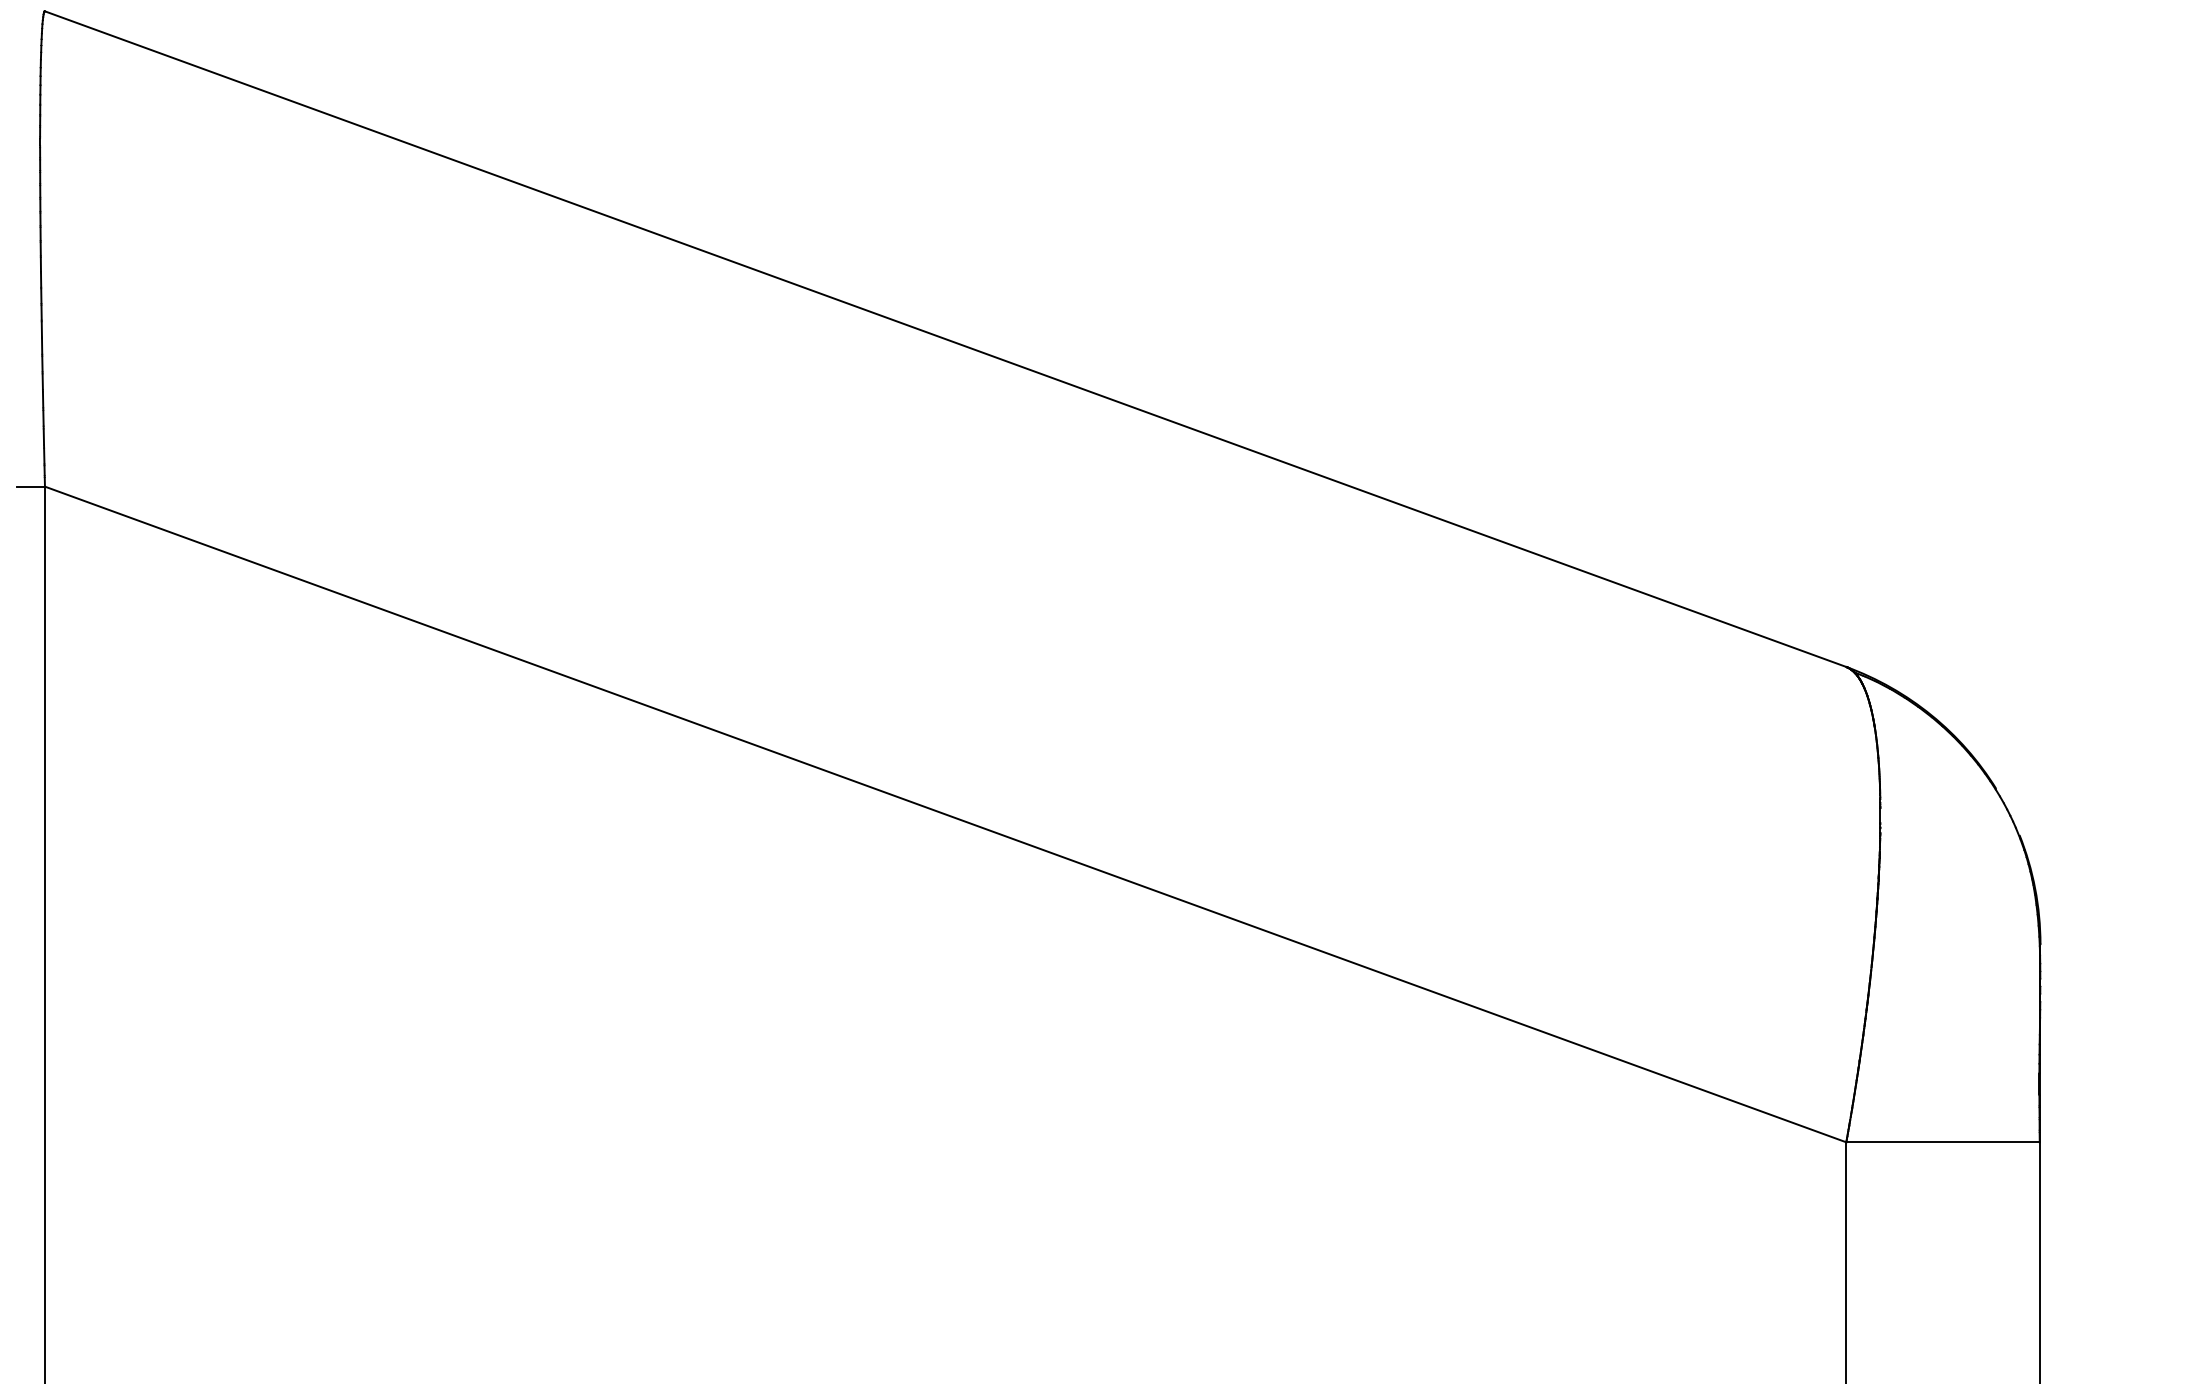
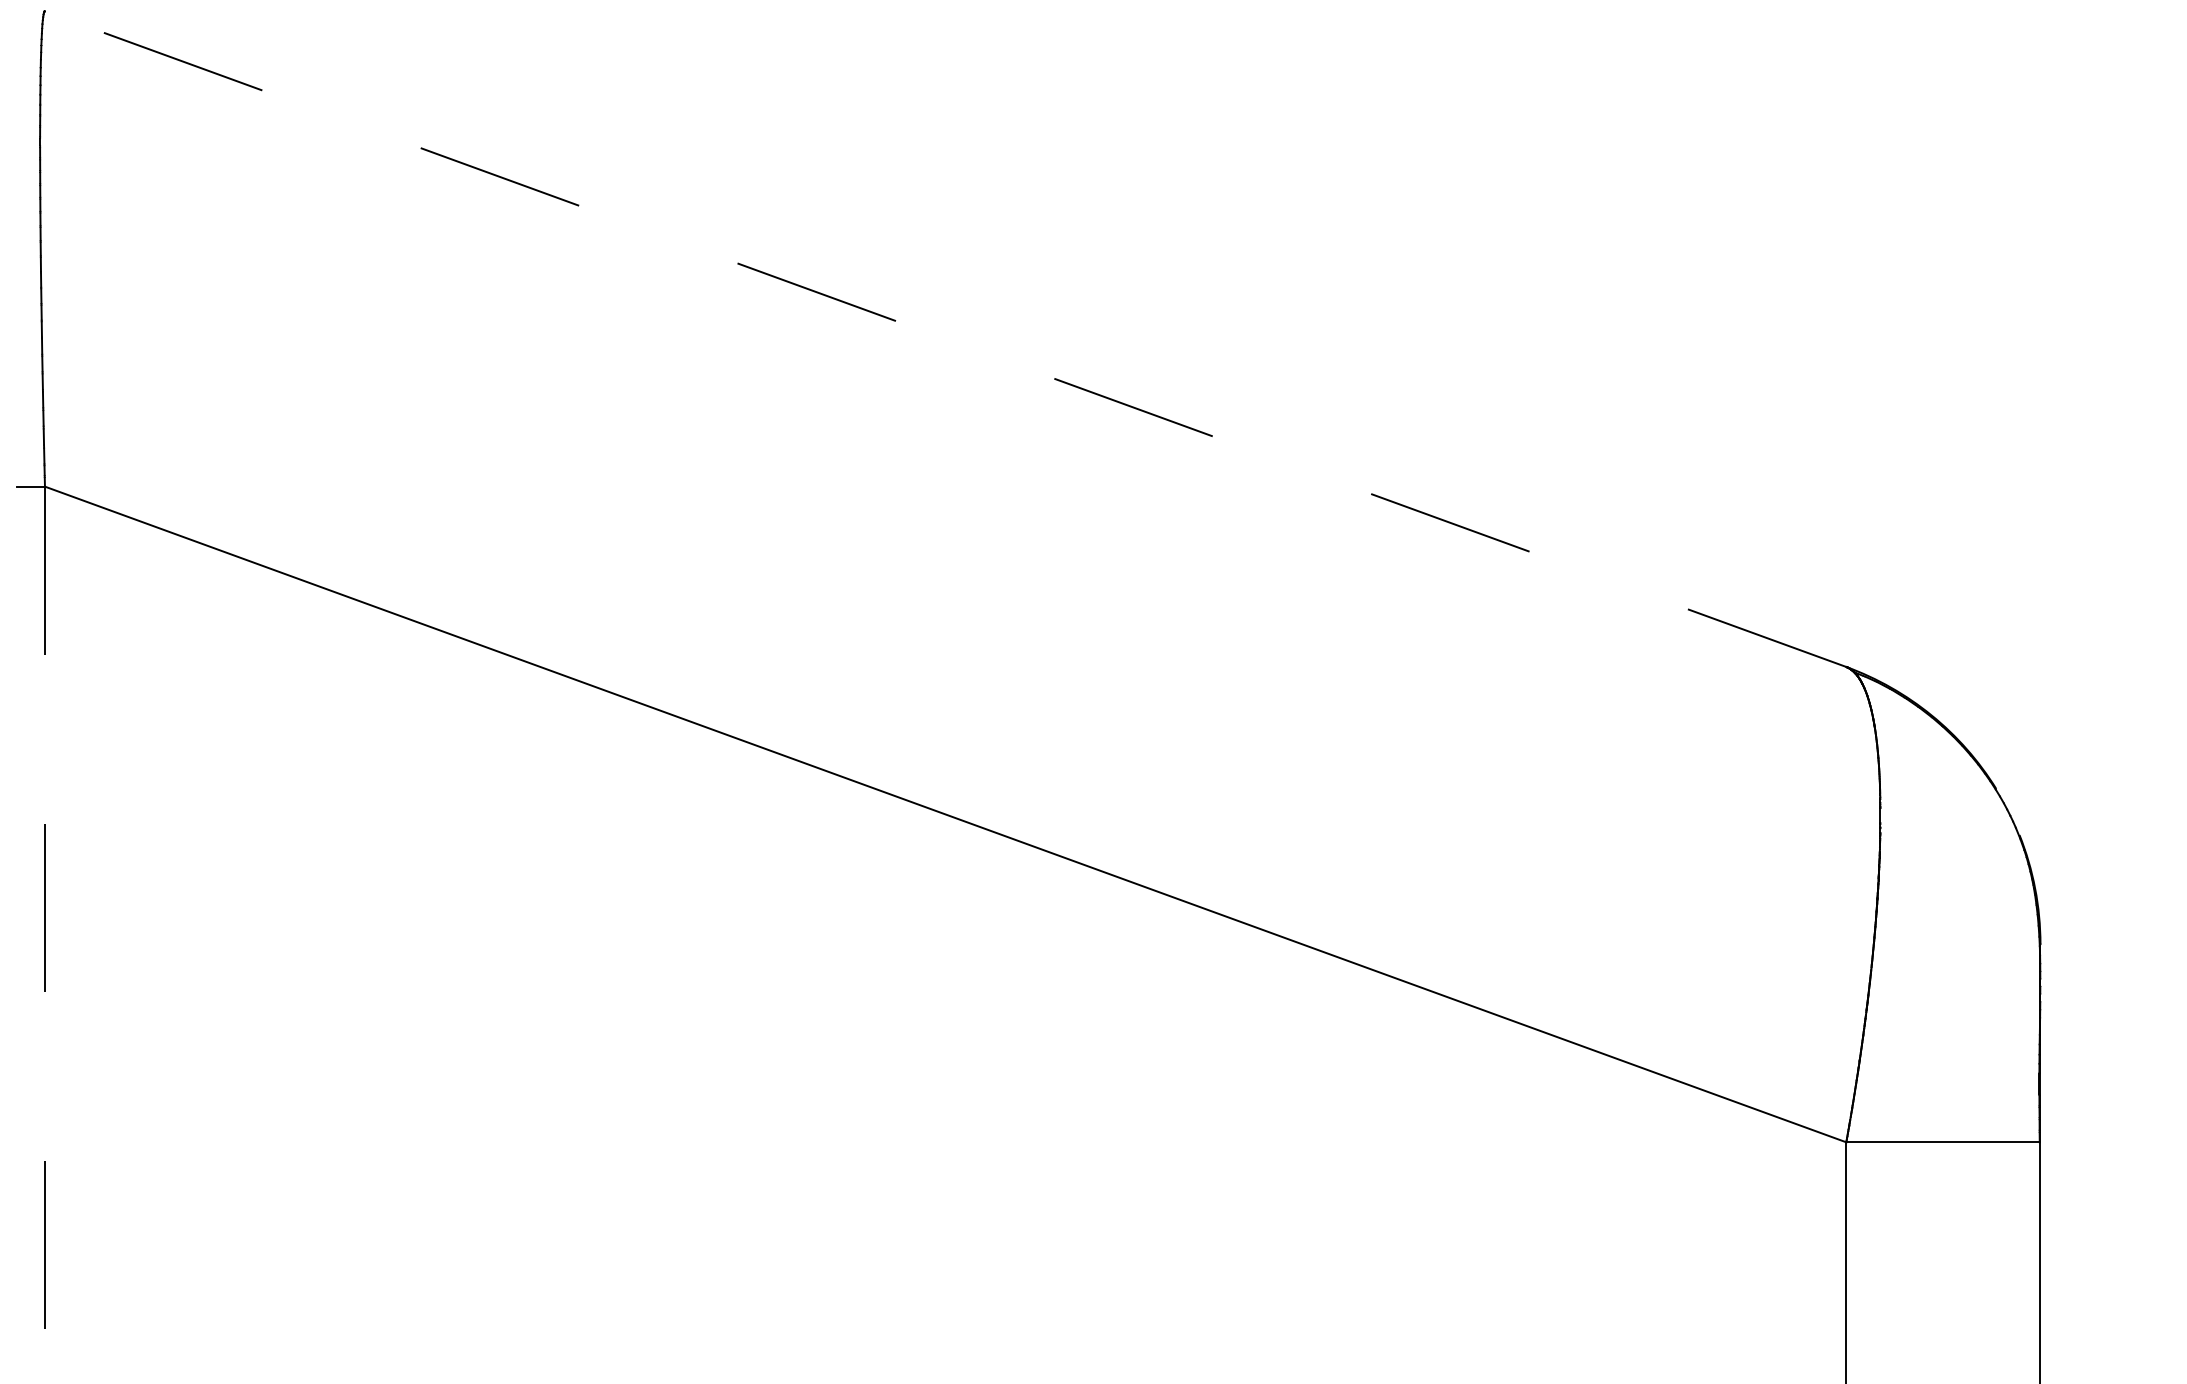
line at (945, 338): solid -> dashed
line at (44, 935): solid -> dashed
